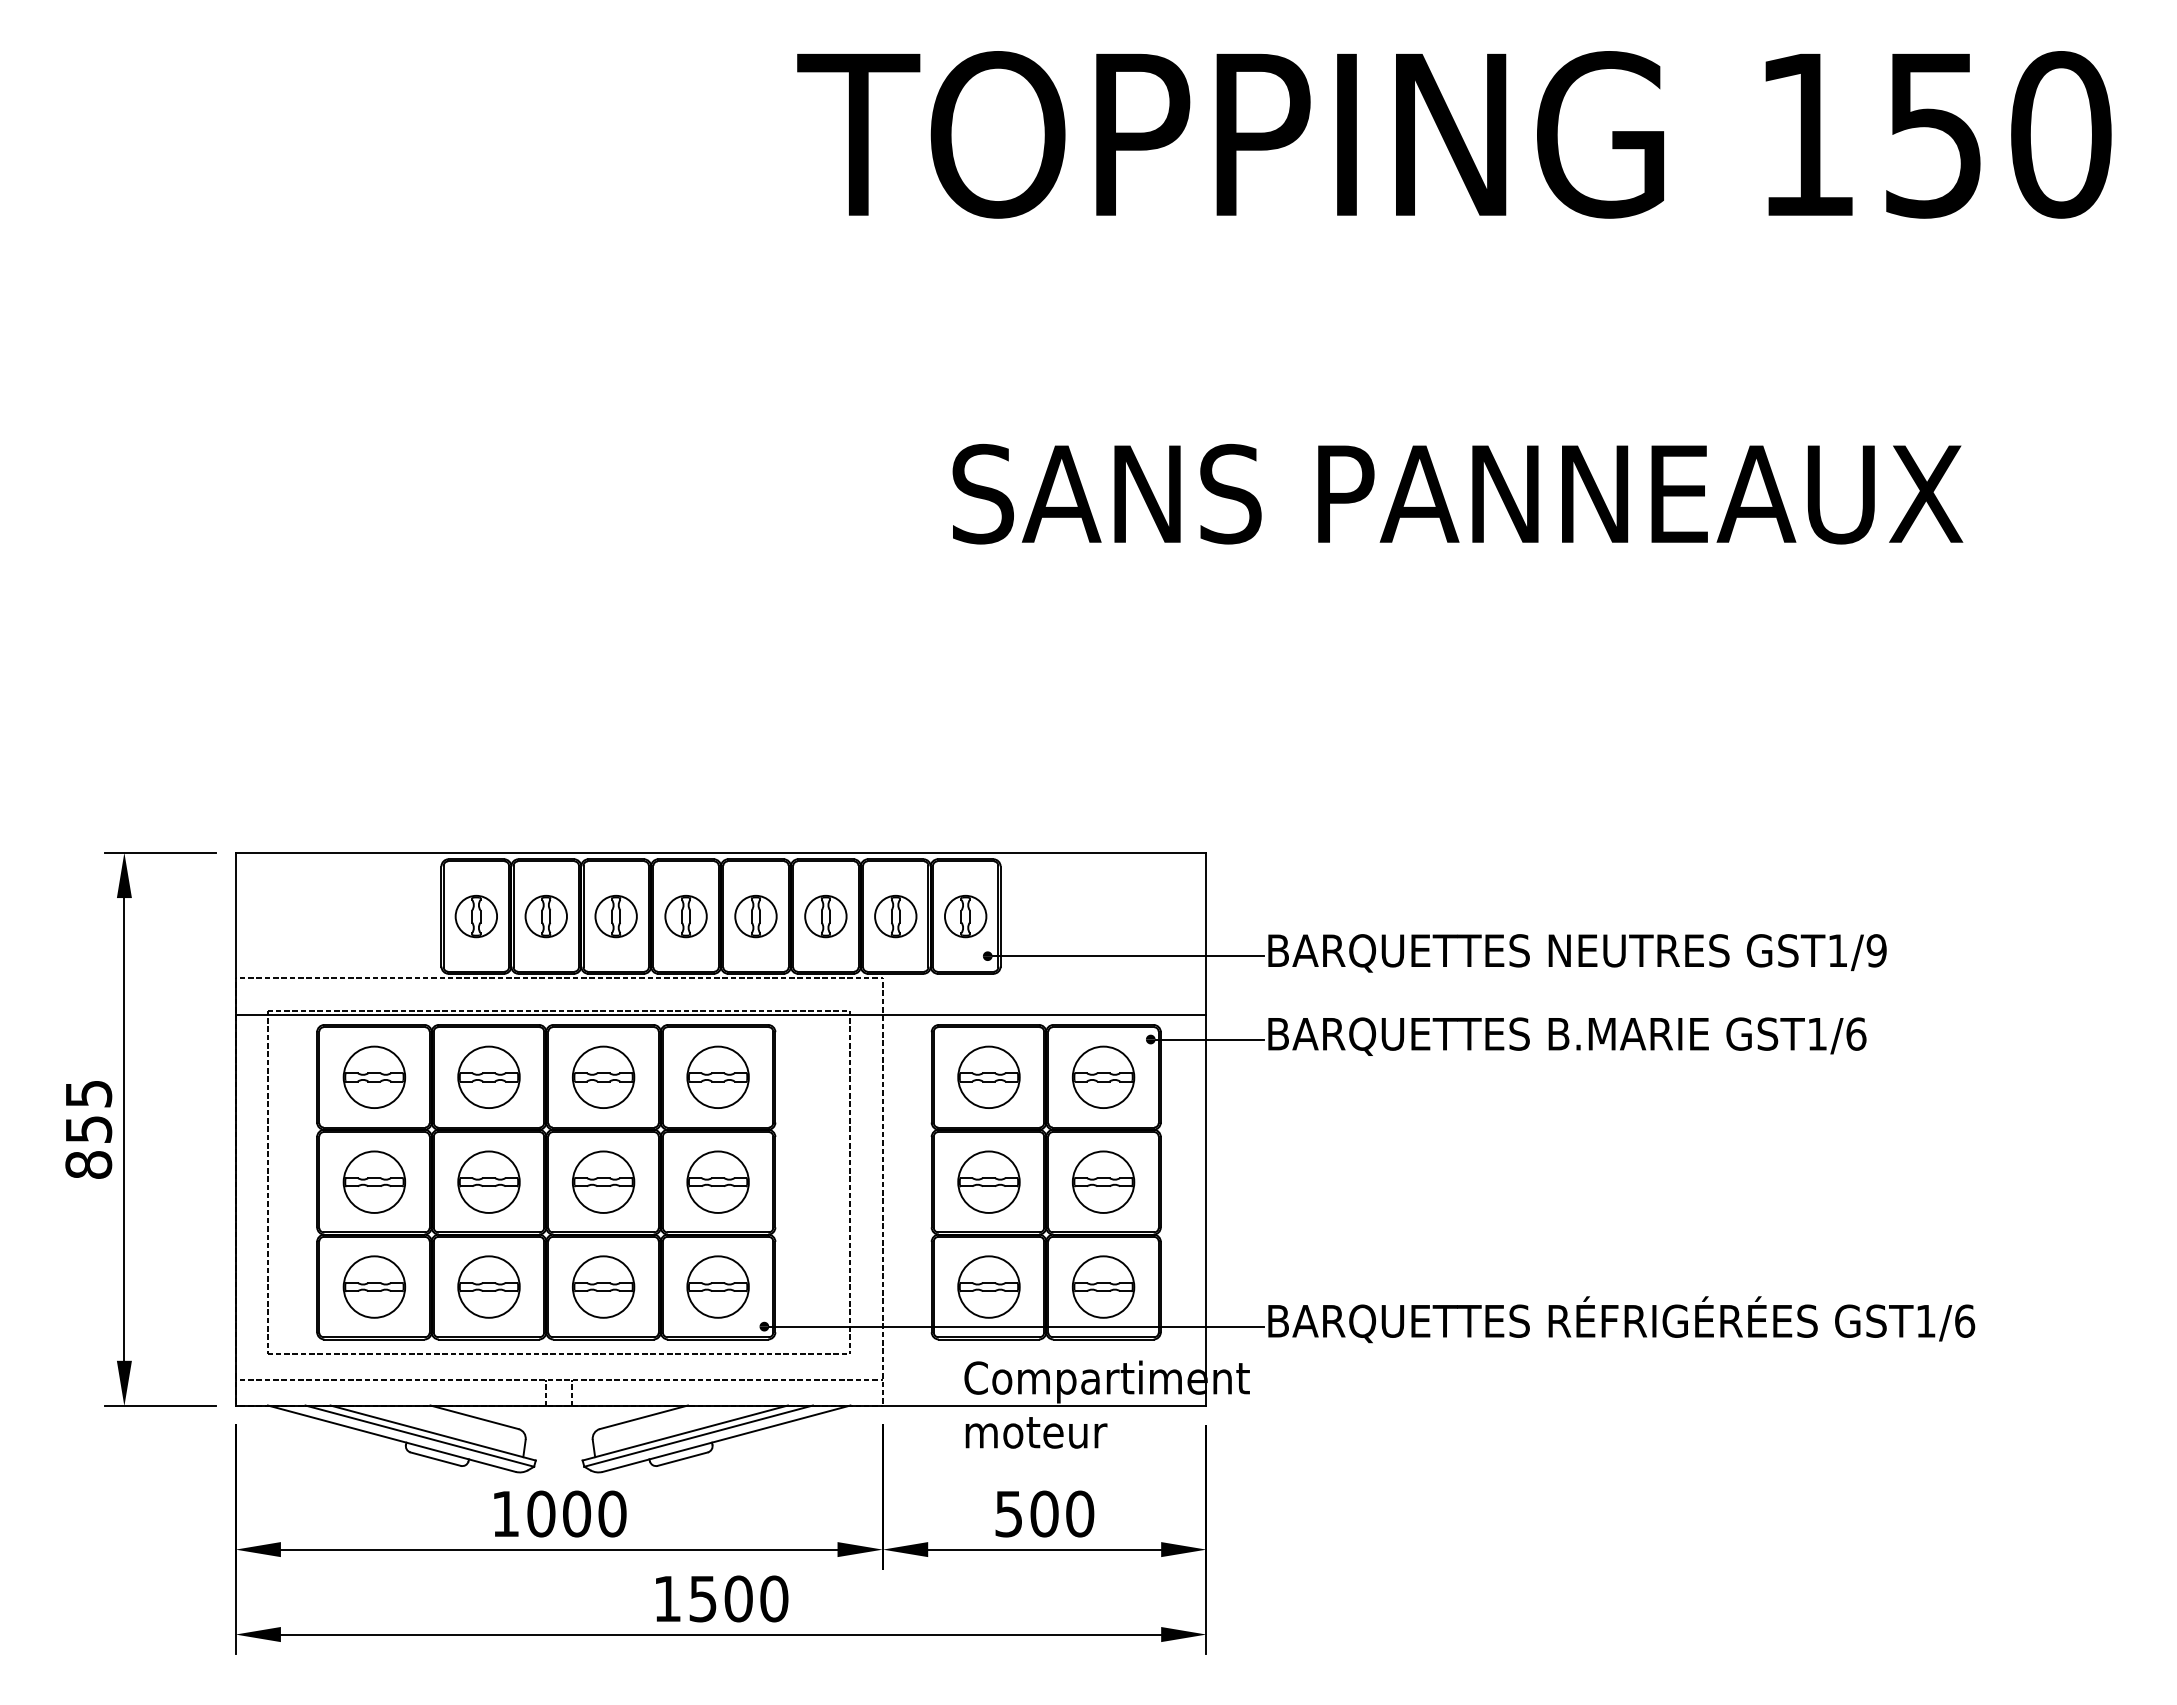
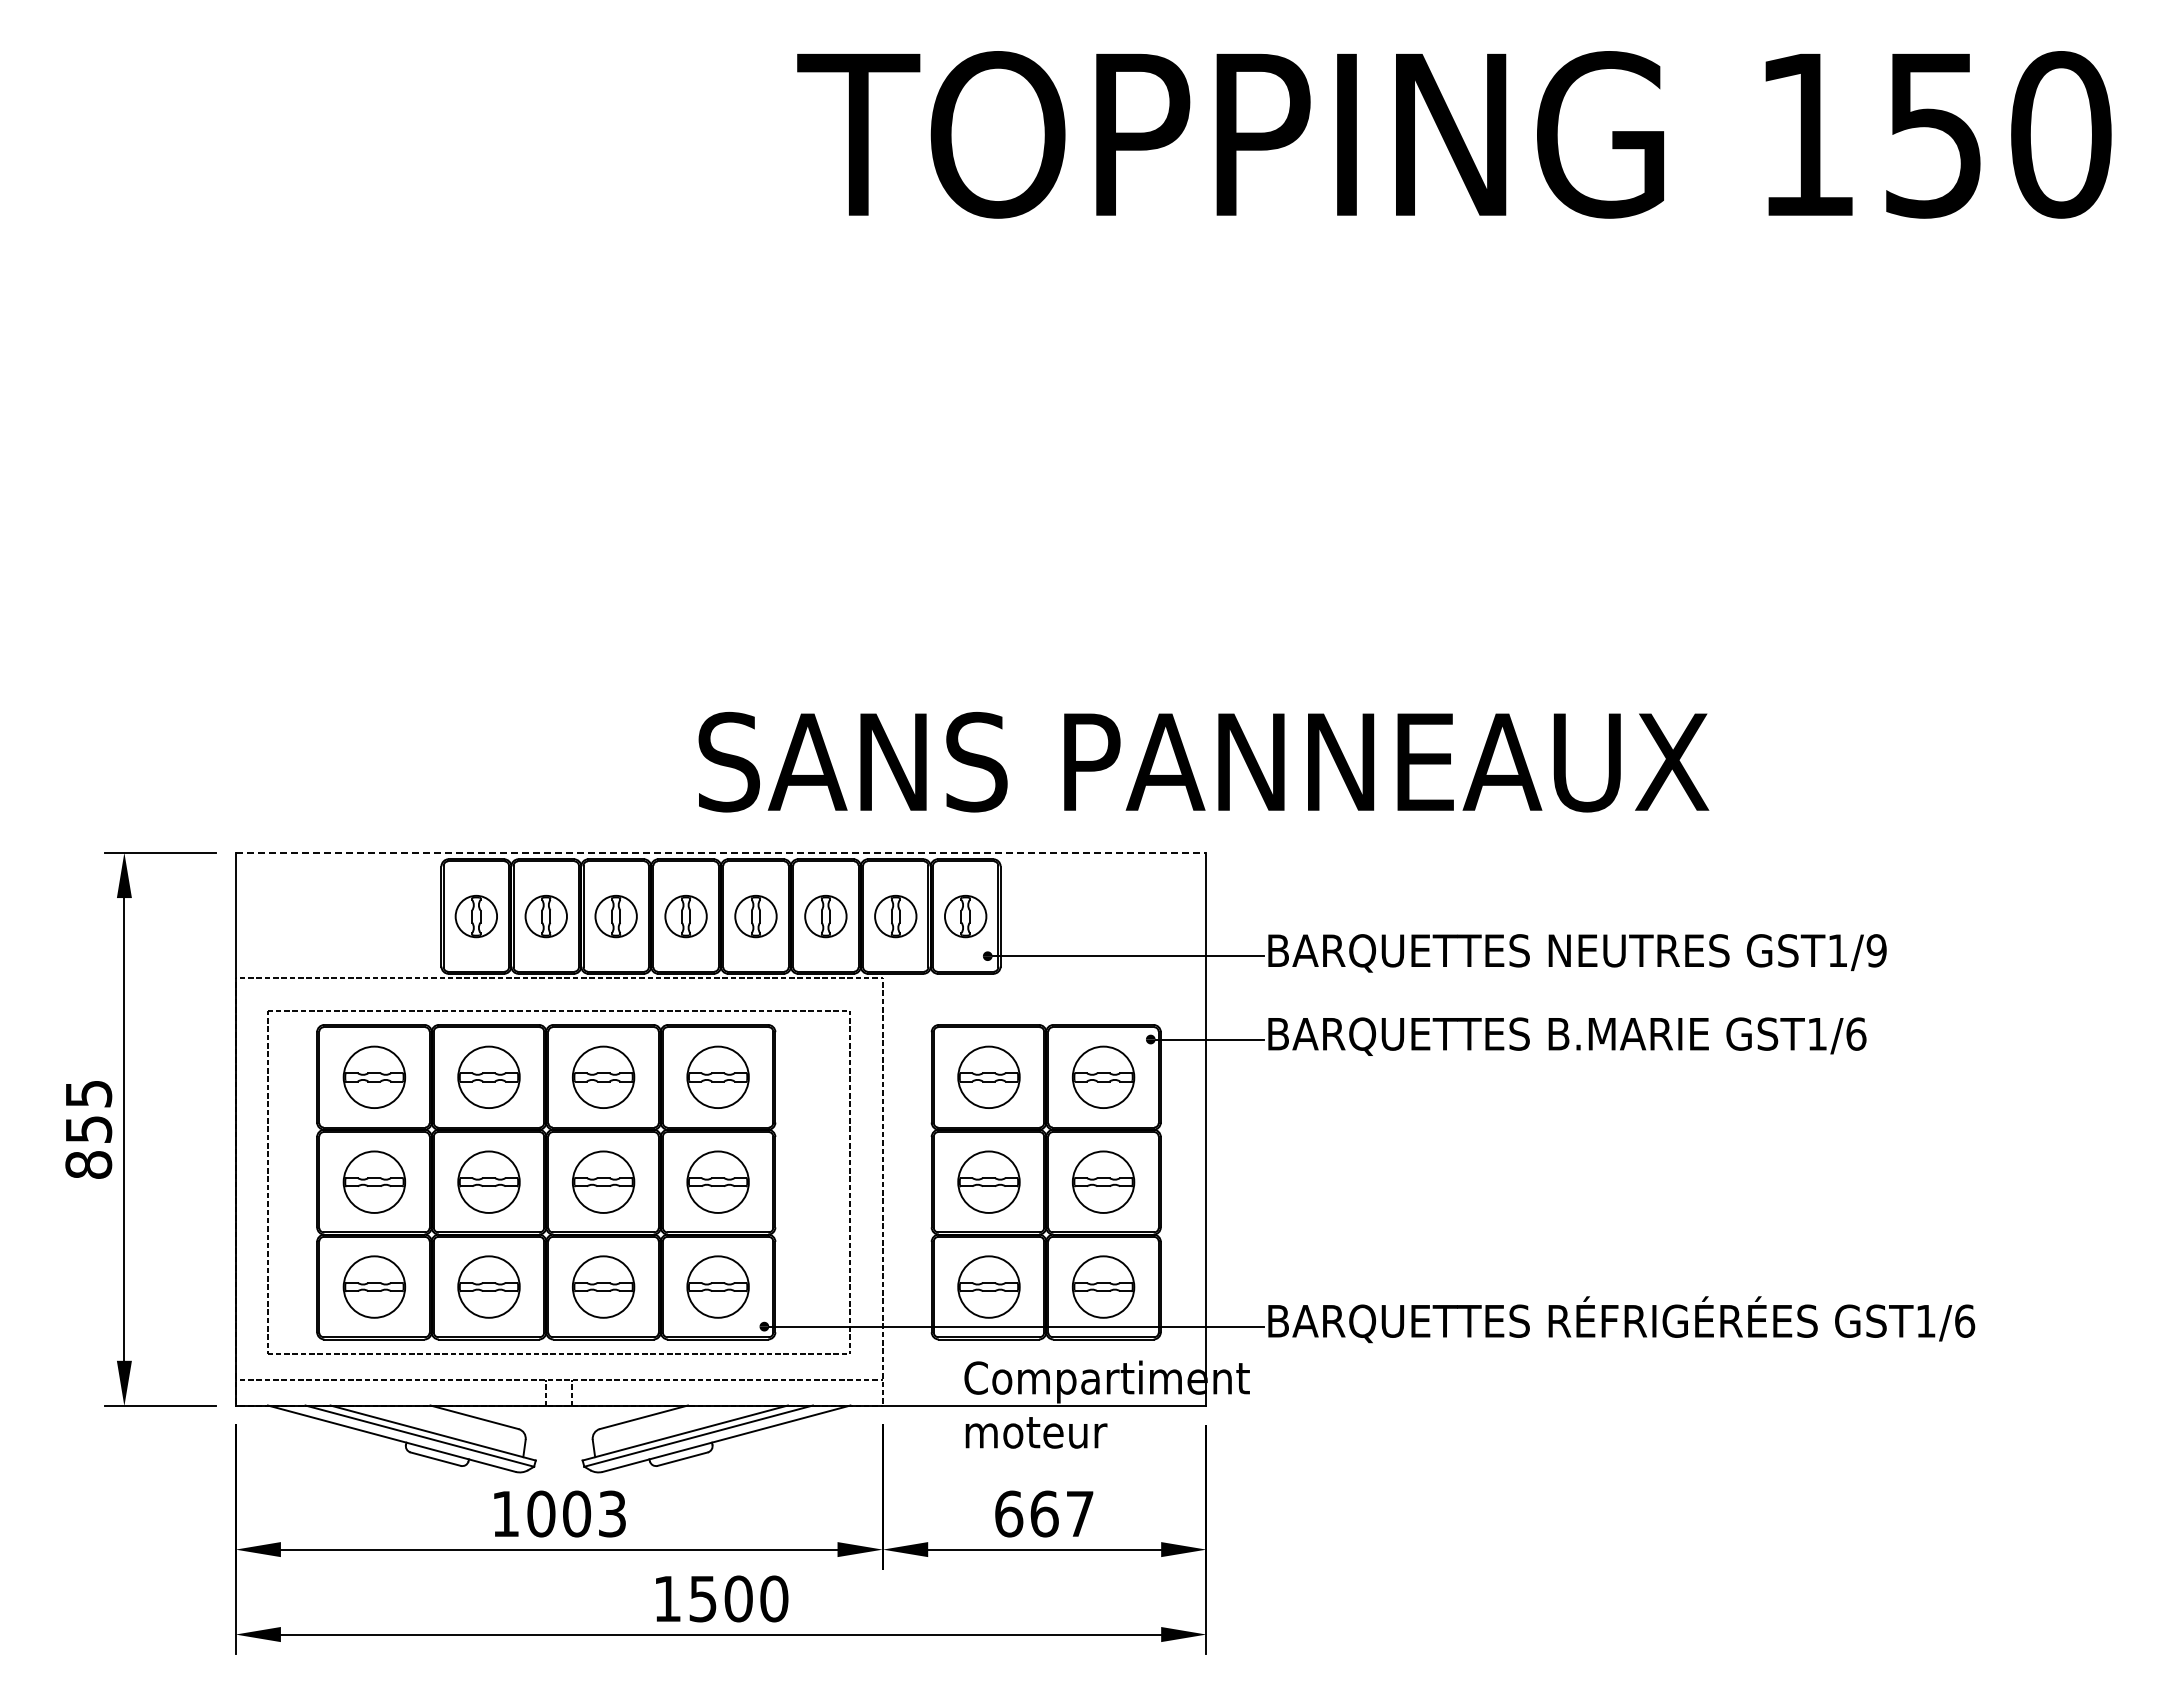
text at (1457, 494) position: (1457, 494) -> (1203, 762)
line at (721, 852): solid -> dashed
line at (720, 1014): present -> none
text at (612, 1513): 1000 -> 1003
text at (1044, 1513): 500 -> 667
